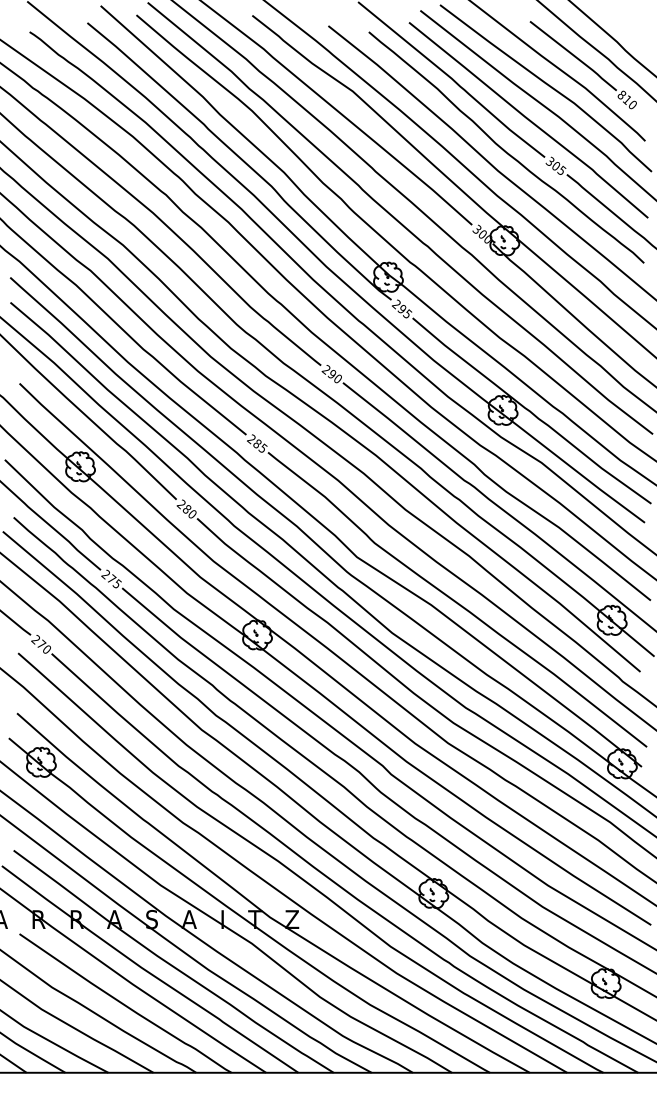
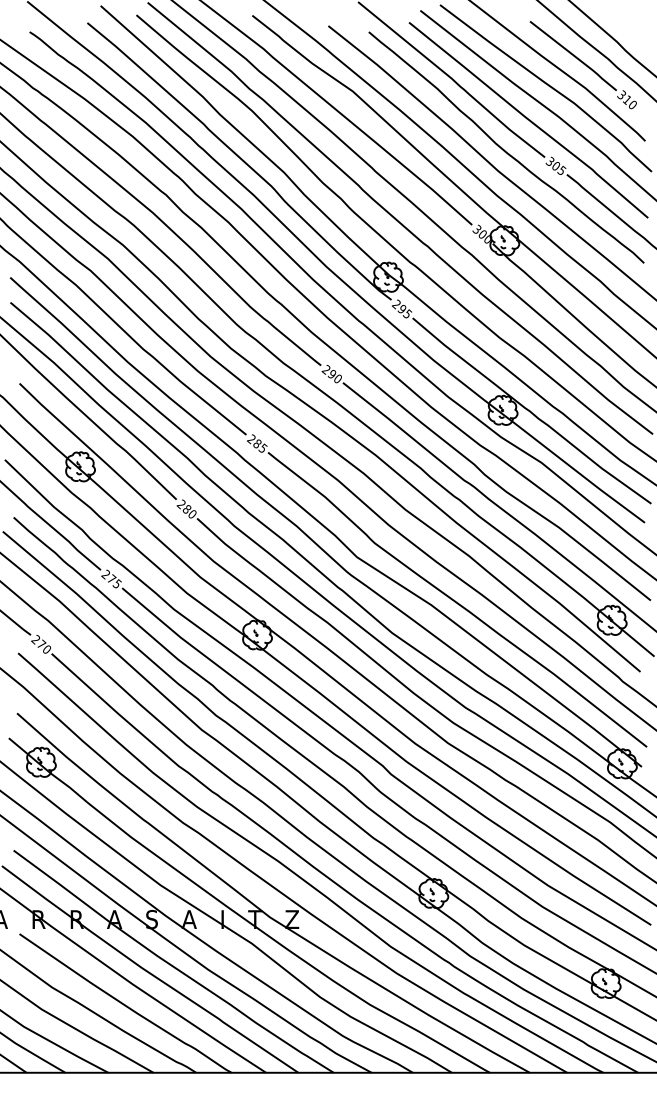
text at (621, 94): 810 -> 310
